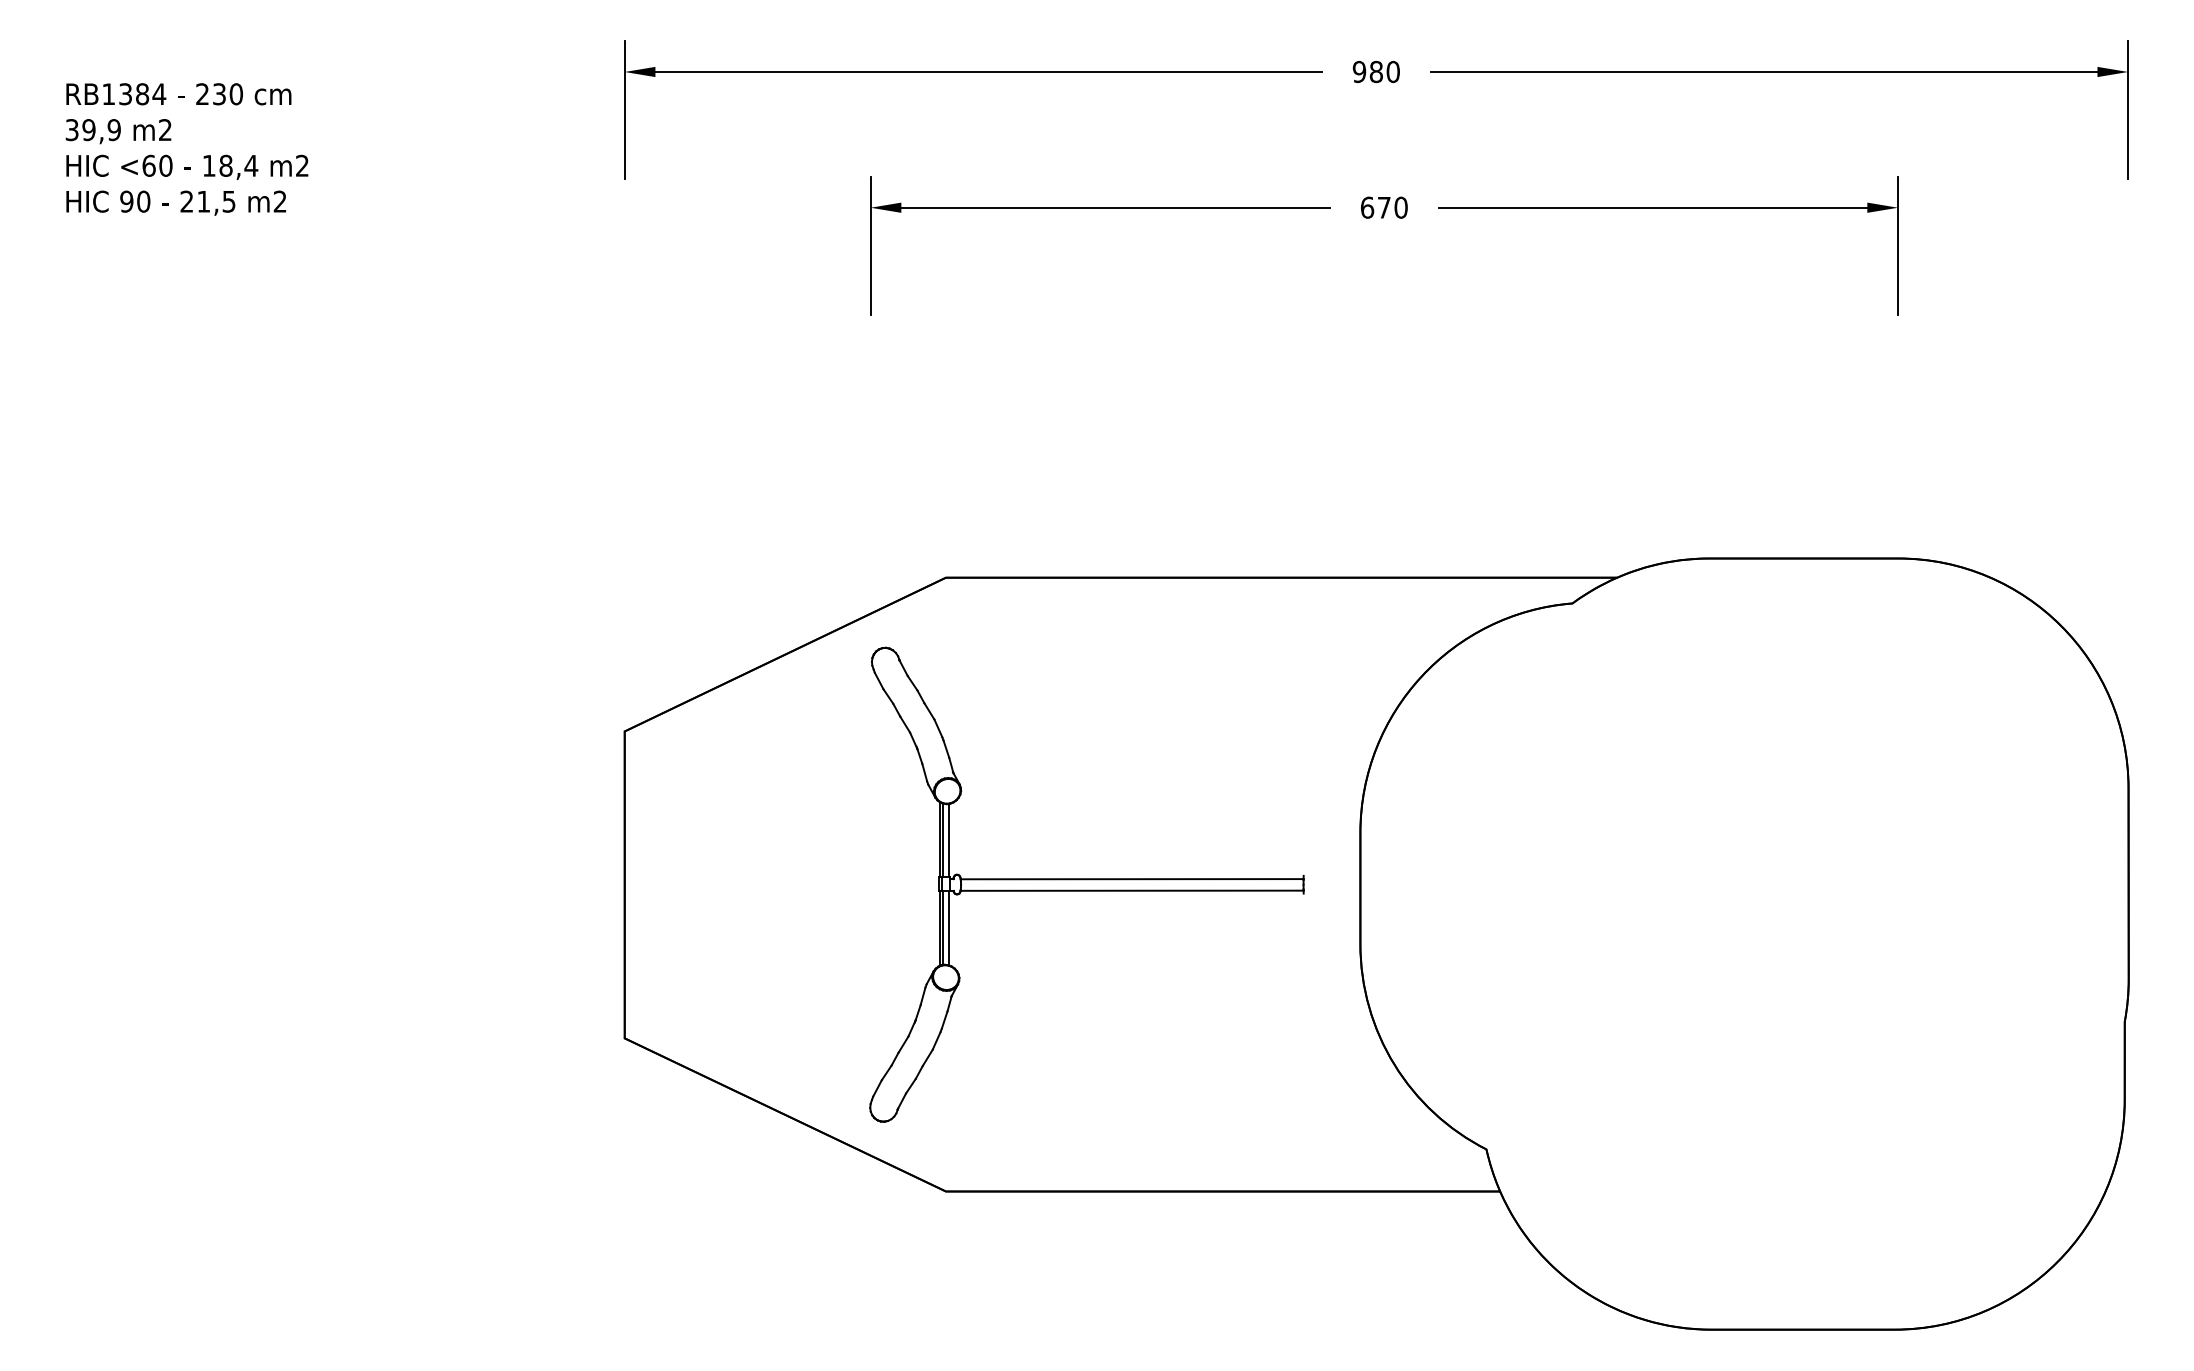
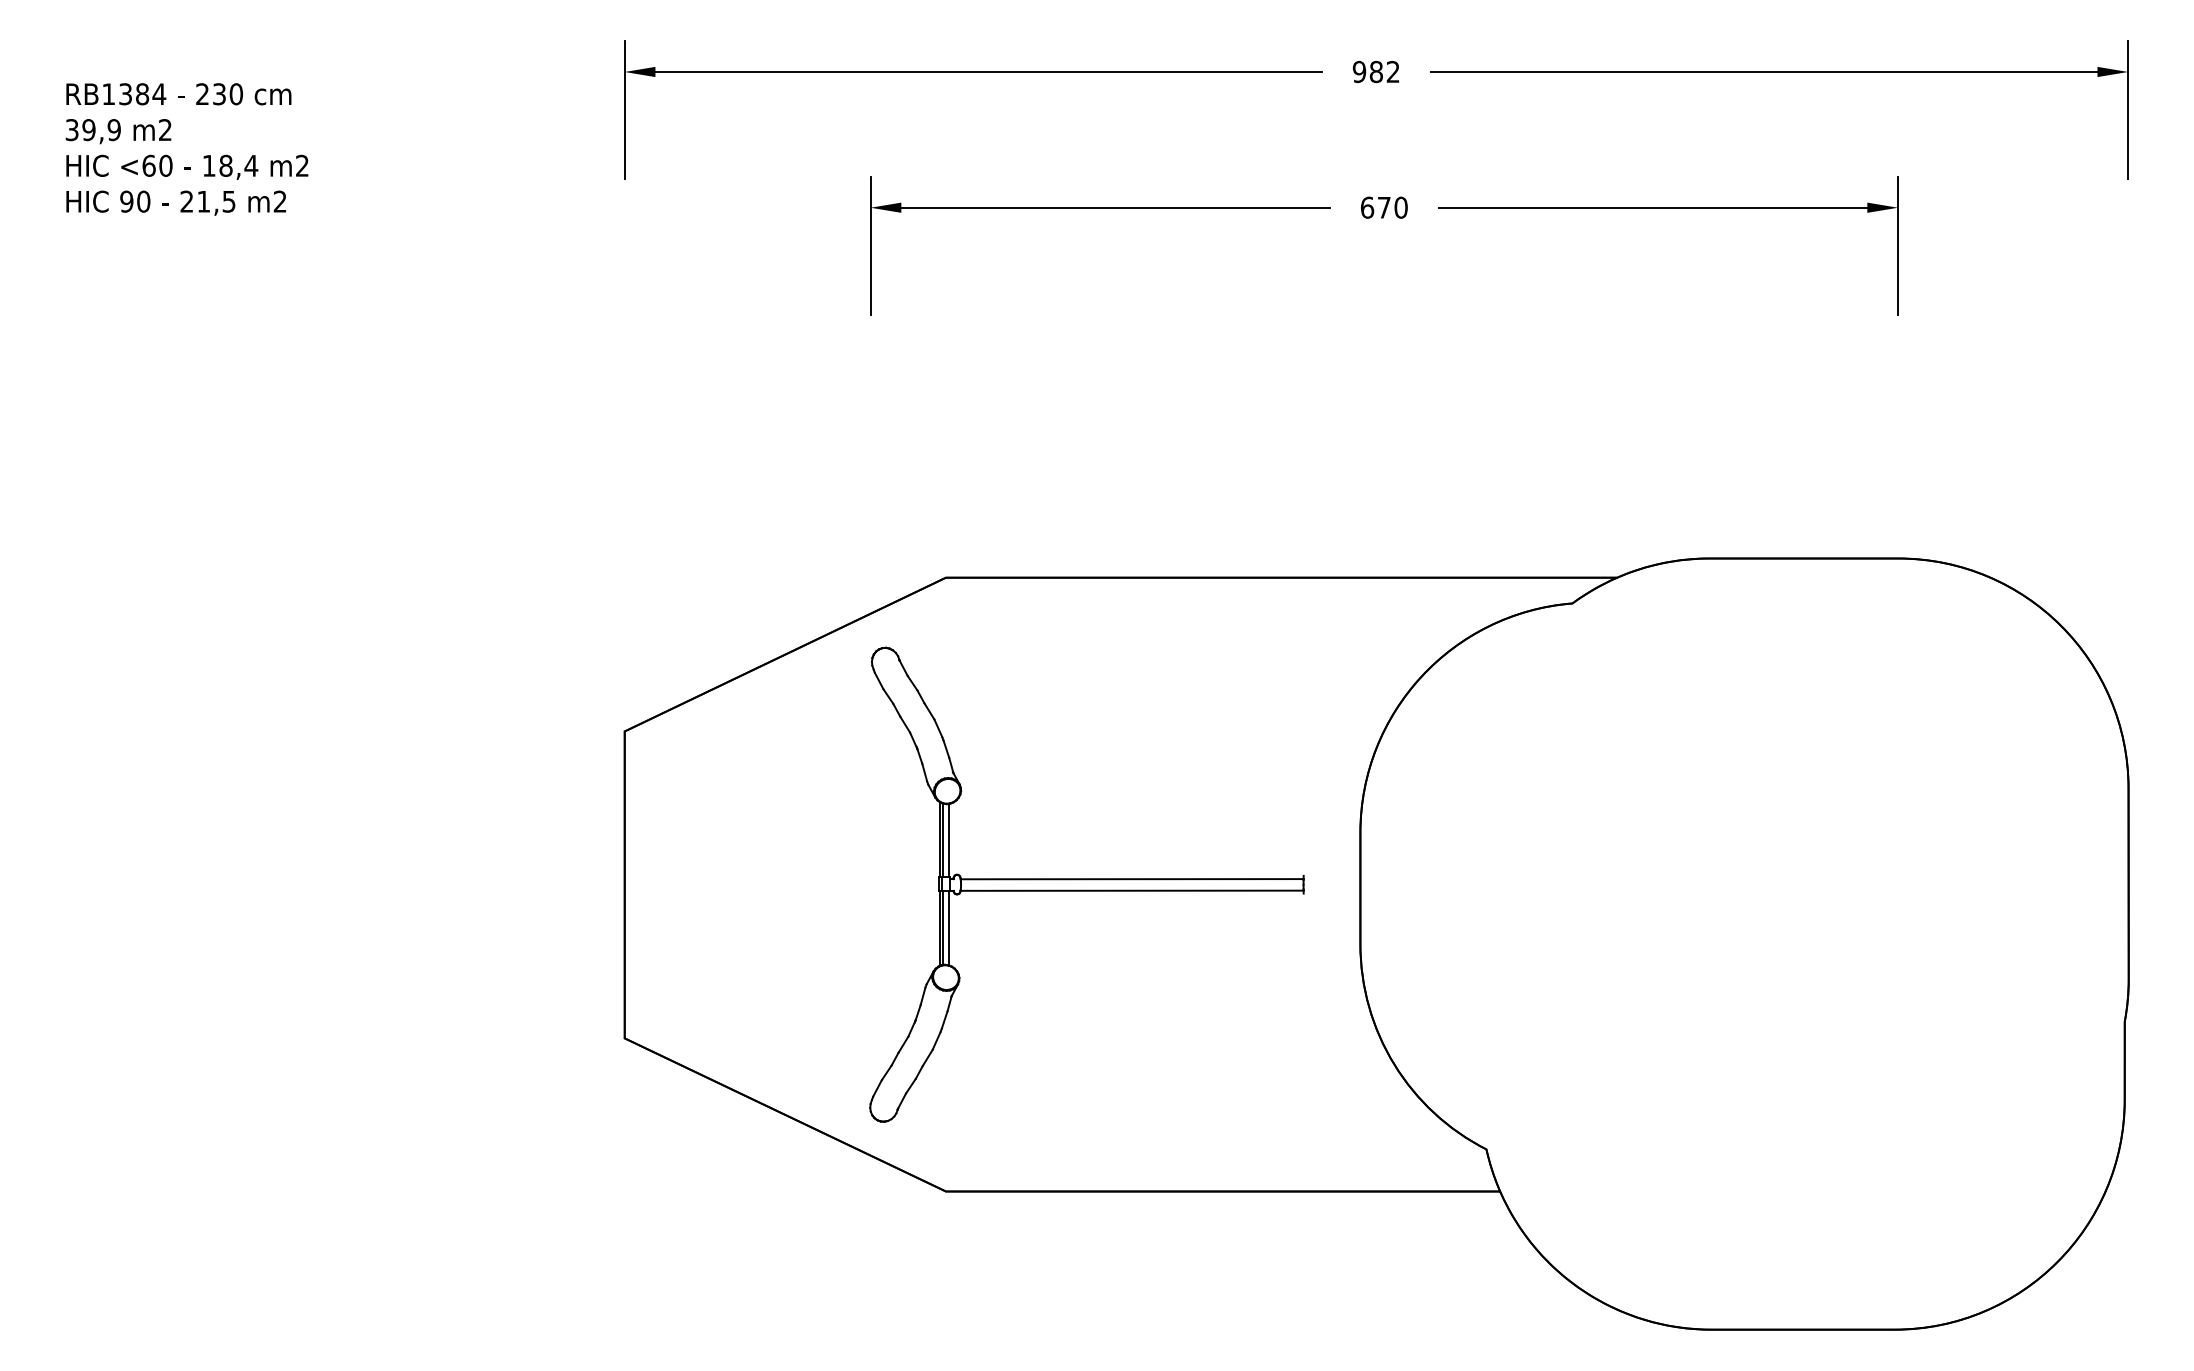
text at (1392, 72): 980 -> 982
